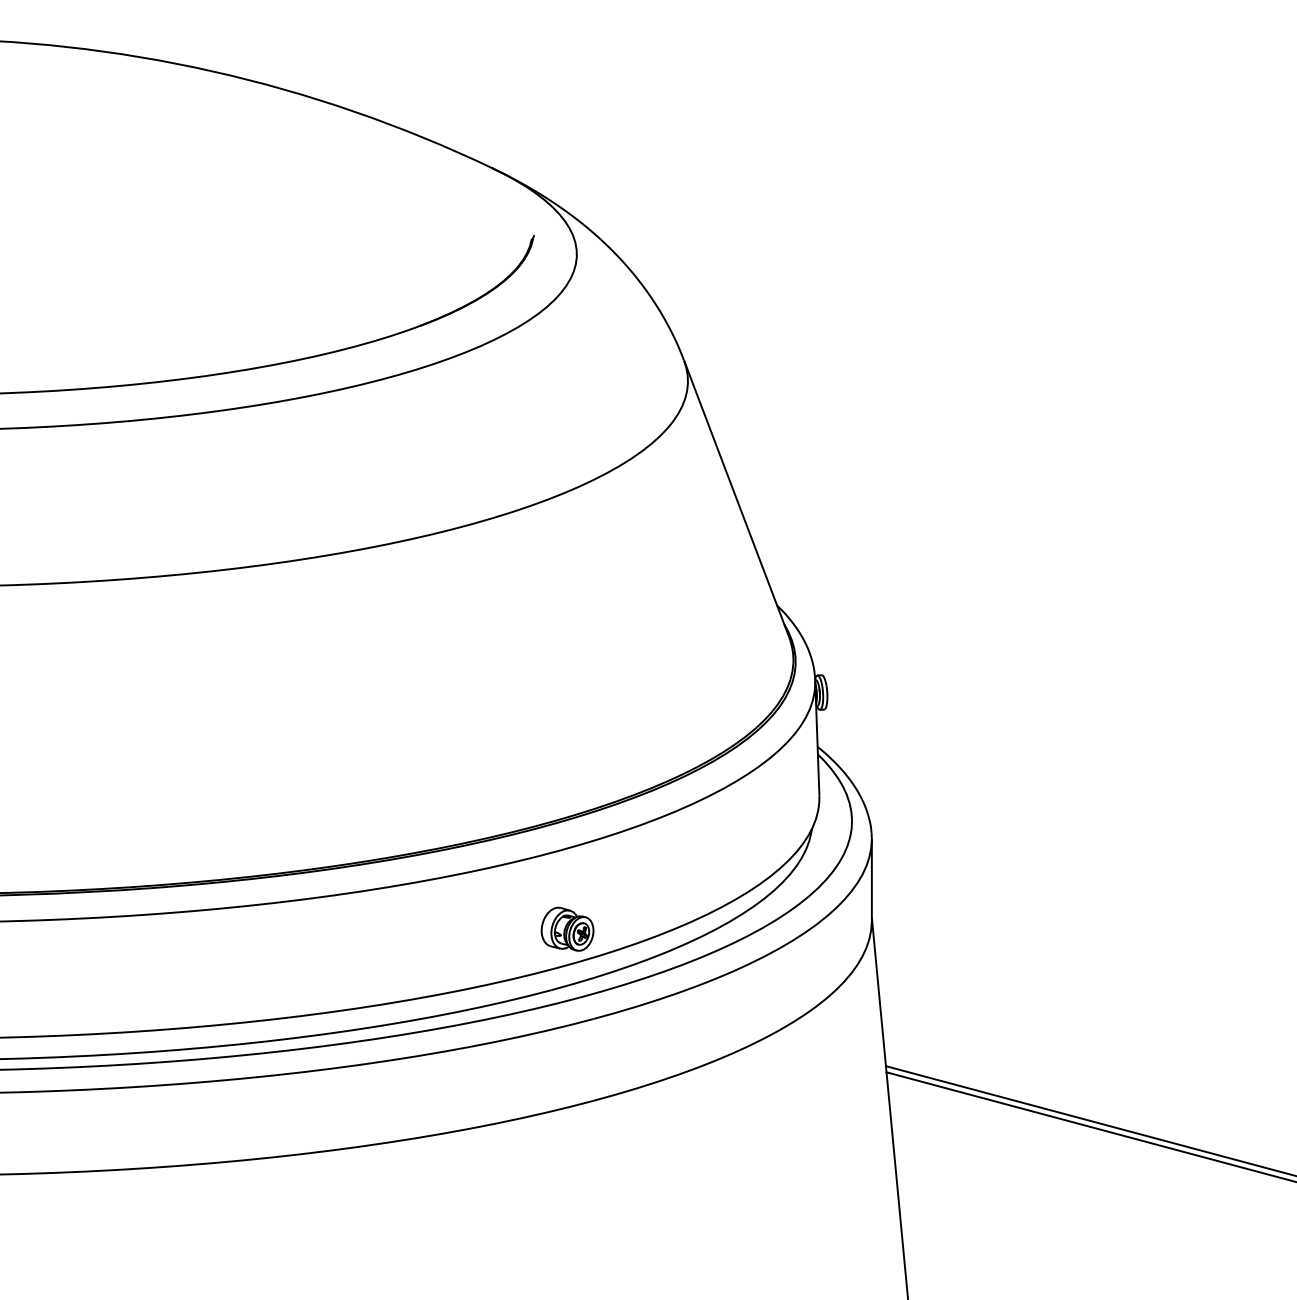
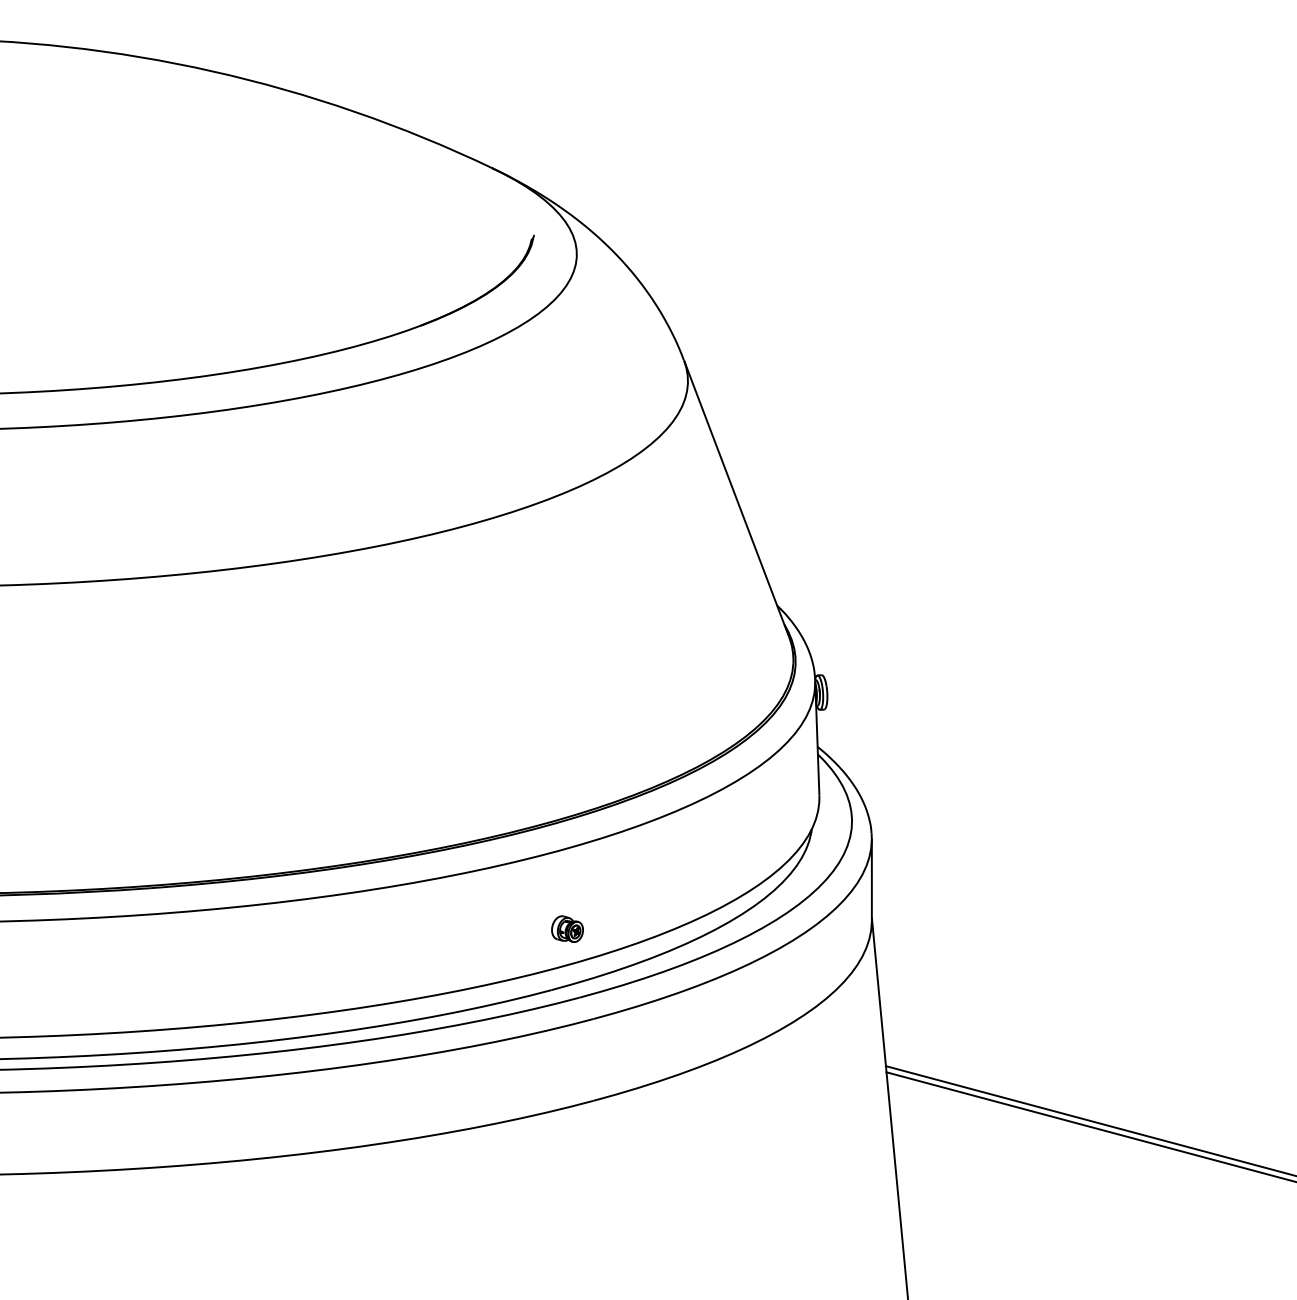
part at (567, 928) size: 55x46 px -> 33x28 px
